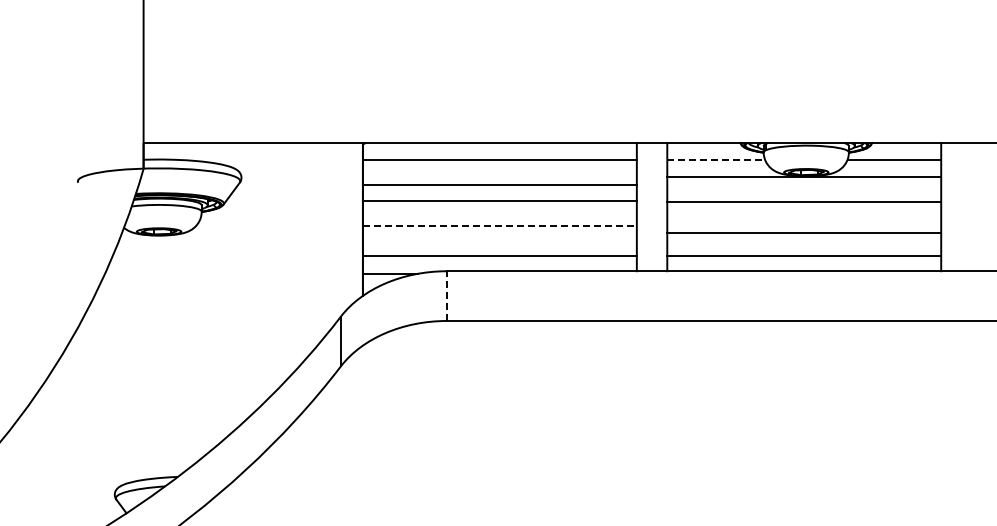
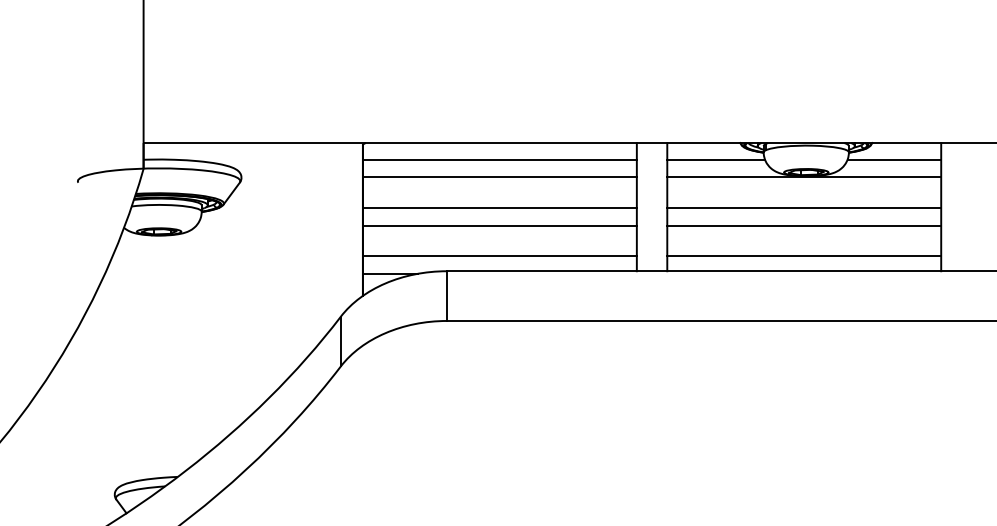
line at (716, 159): dashed -> solid
line at (499, 185) position: (499, 185) -> (499, 177)
line at (499, 200) position: (499, 200) -> (499, 207)
line at (804, 201) position: (804, 201) -> (804, 207)
line at (499, 225): dashed -> solid
line at (804, 232) position: (804, 232) -> (804, 225)
line at (446, 296): dashed -> solid
